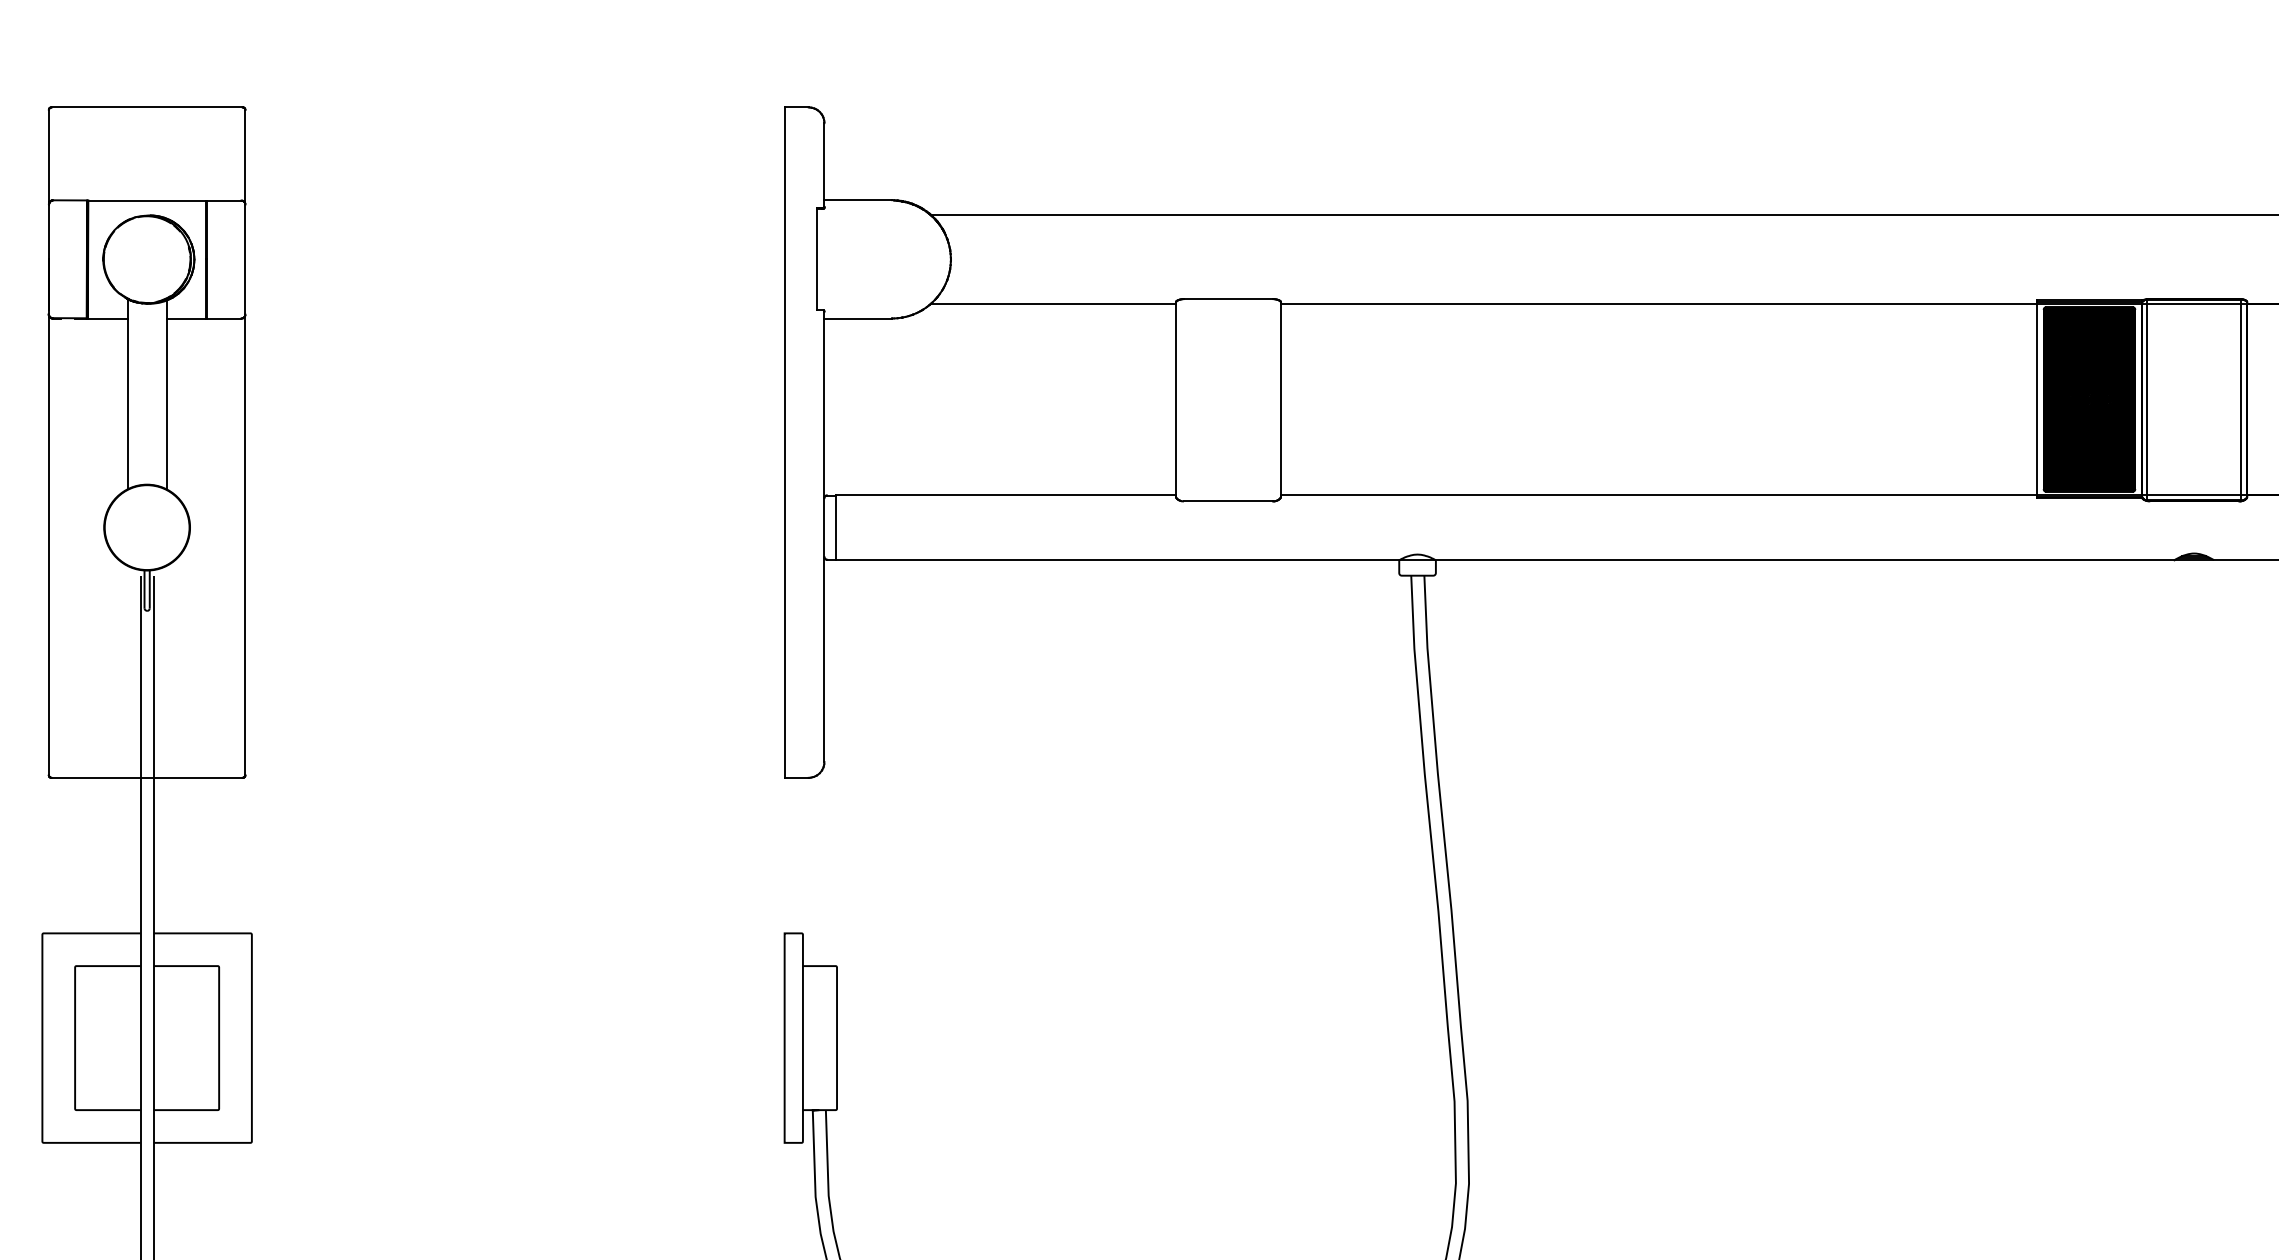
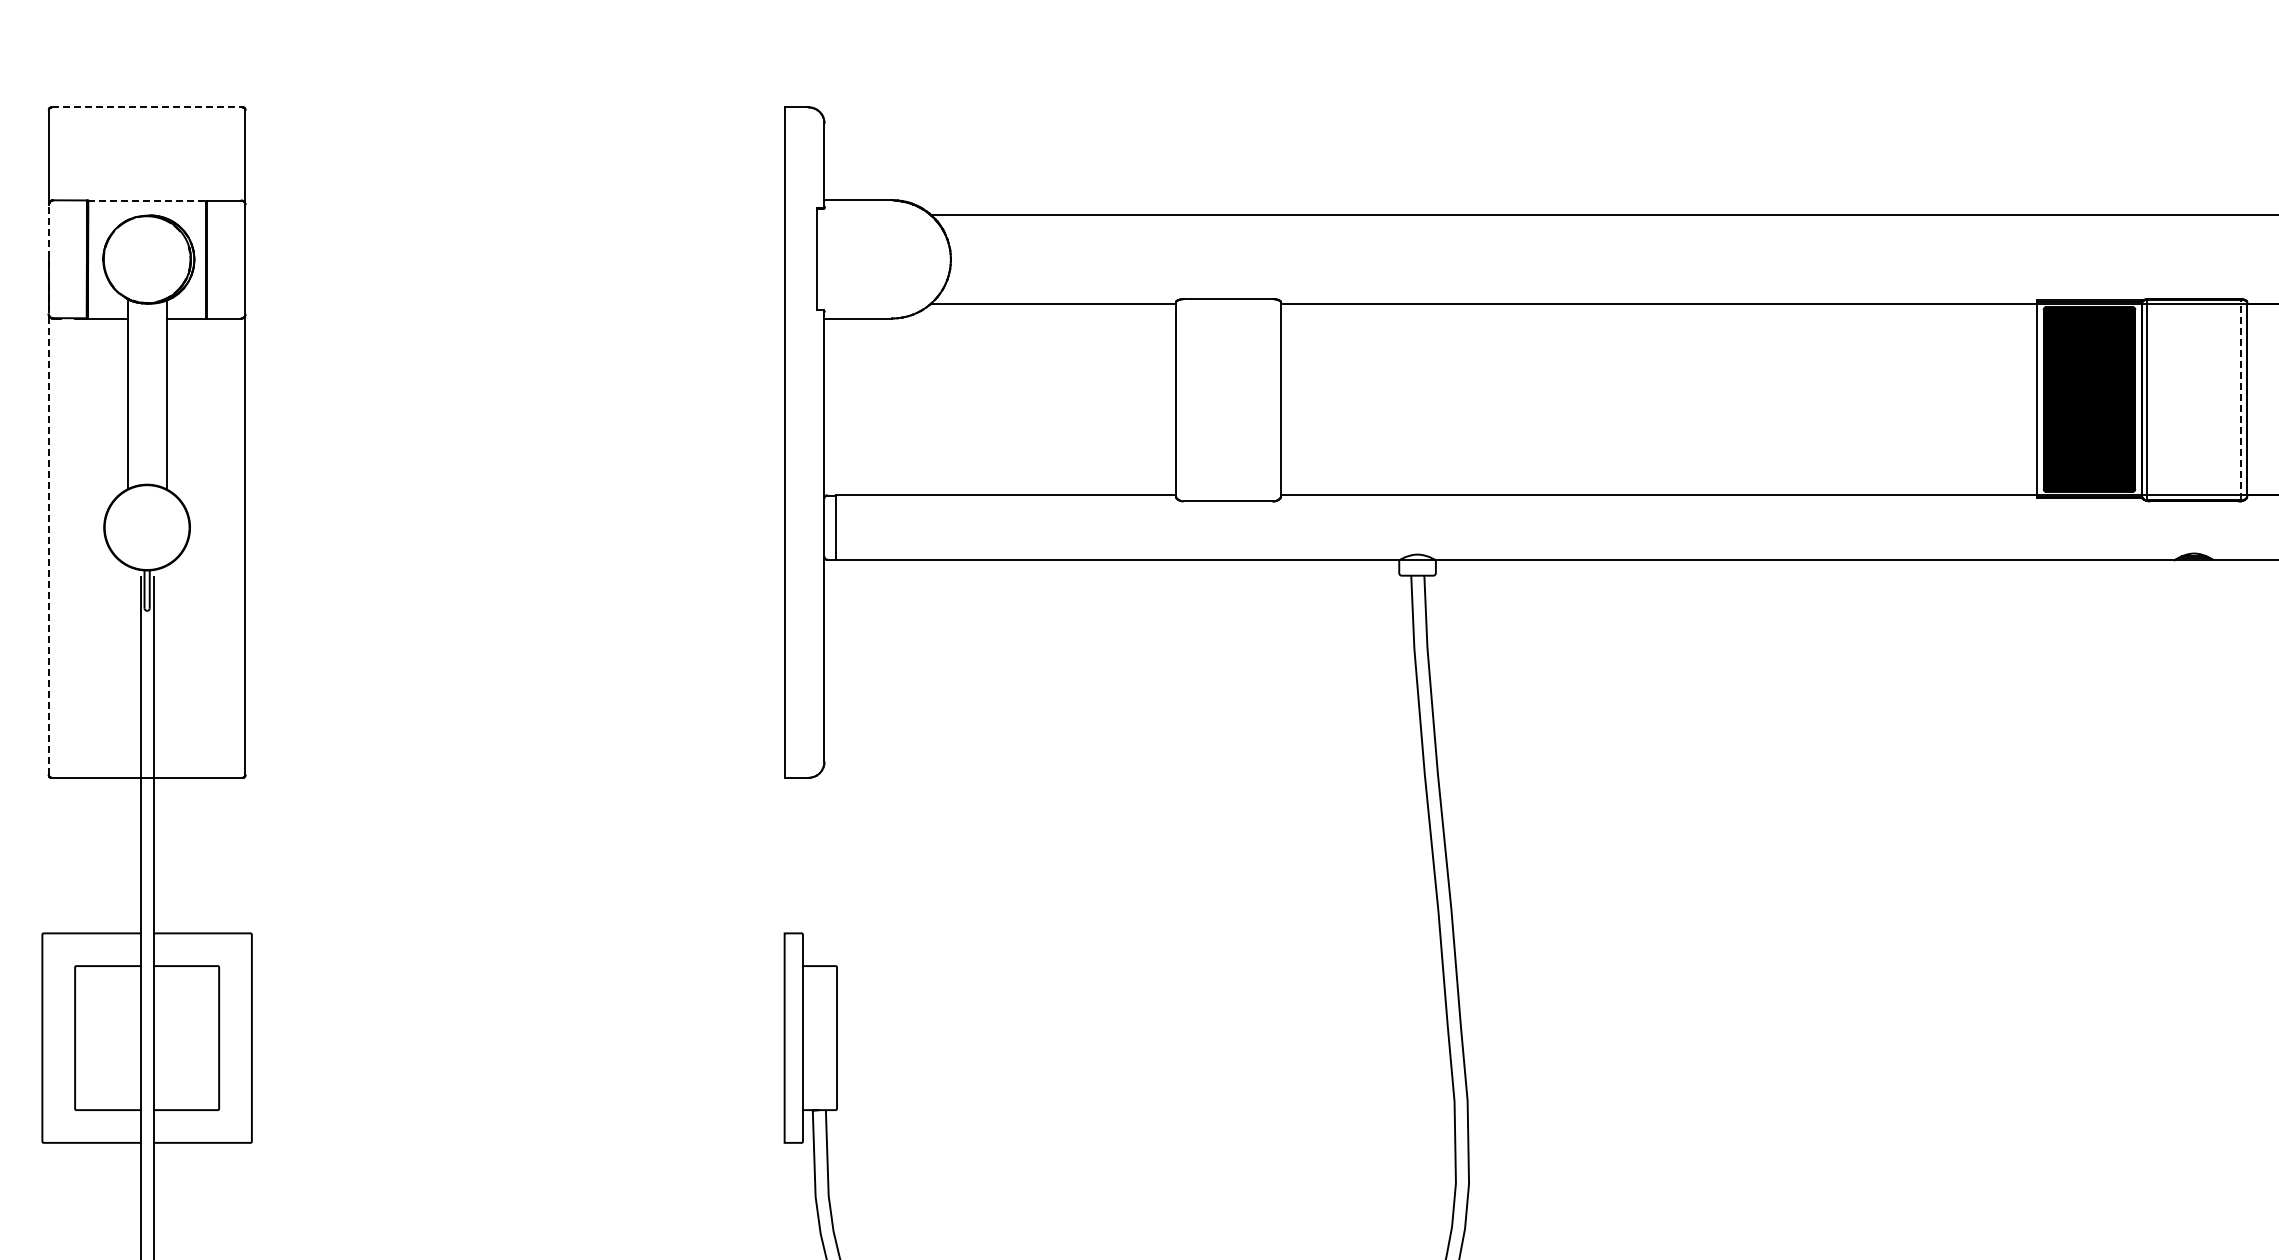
line at (147, 107): solid -> dashed
line at (147, 200): solid -> dashed
line at (2241, 399): solid -> dashed
line at (48, 489): solid -> dashed
